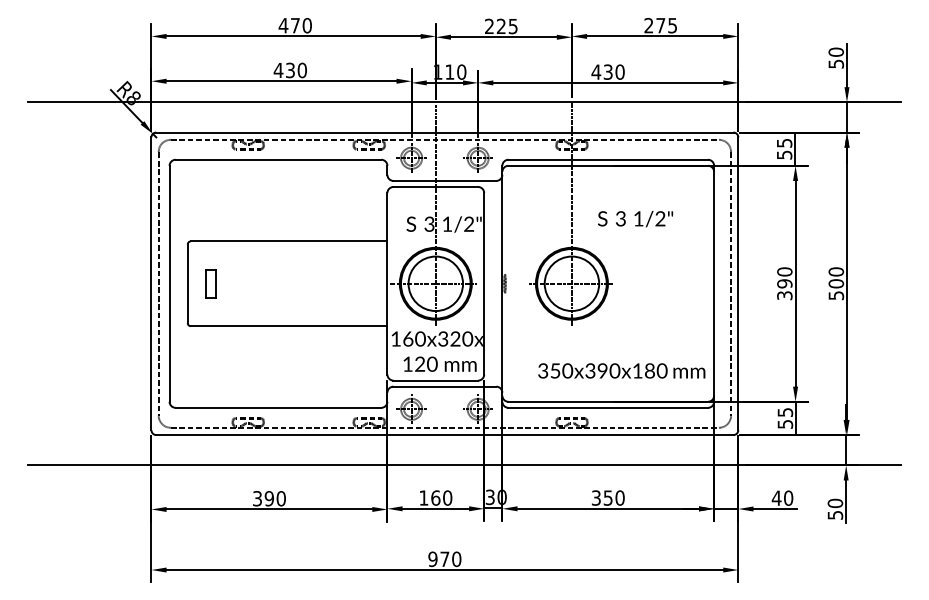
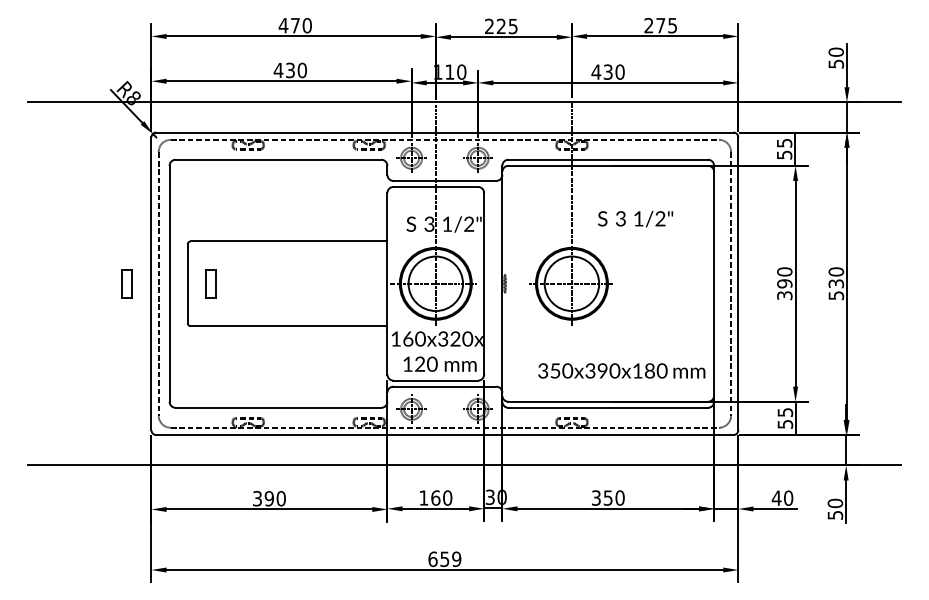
part at (126, 283): none -> present
text at (836, 283): 500 -> 530
text at (444, 559): 970 -> 659
